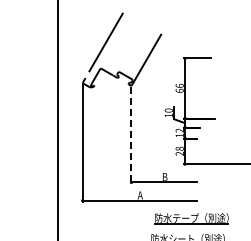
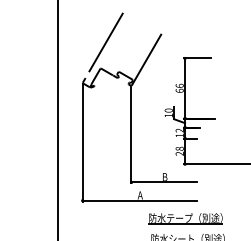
line at (131, 135): dashed -> solid
part at (191, 218) position: (191, 218) -> (185, 218)
